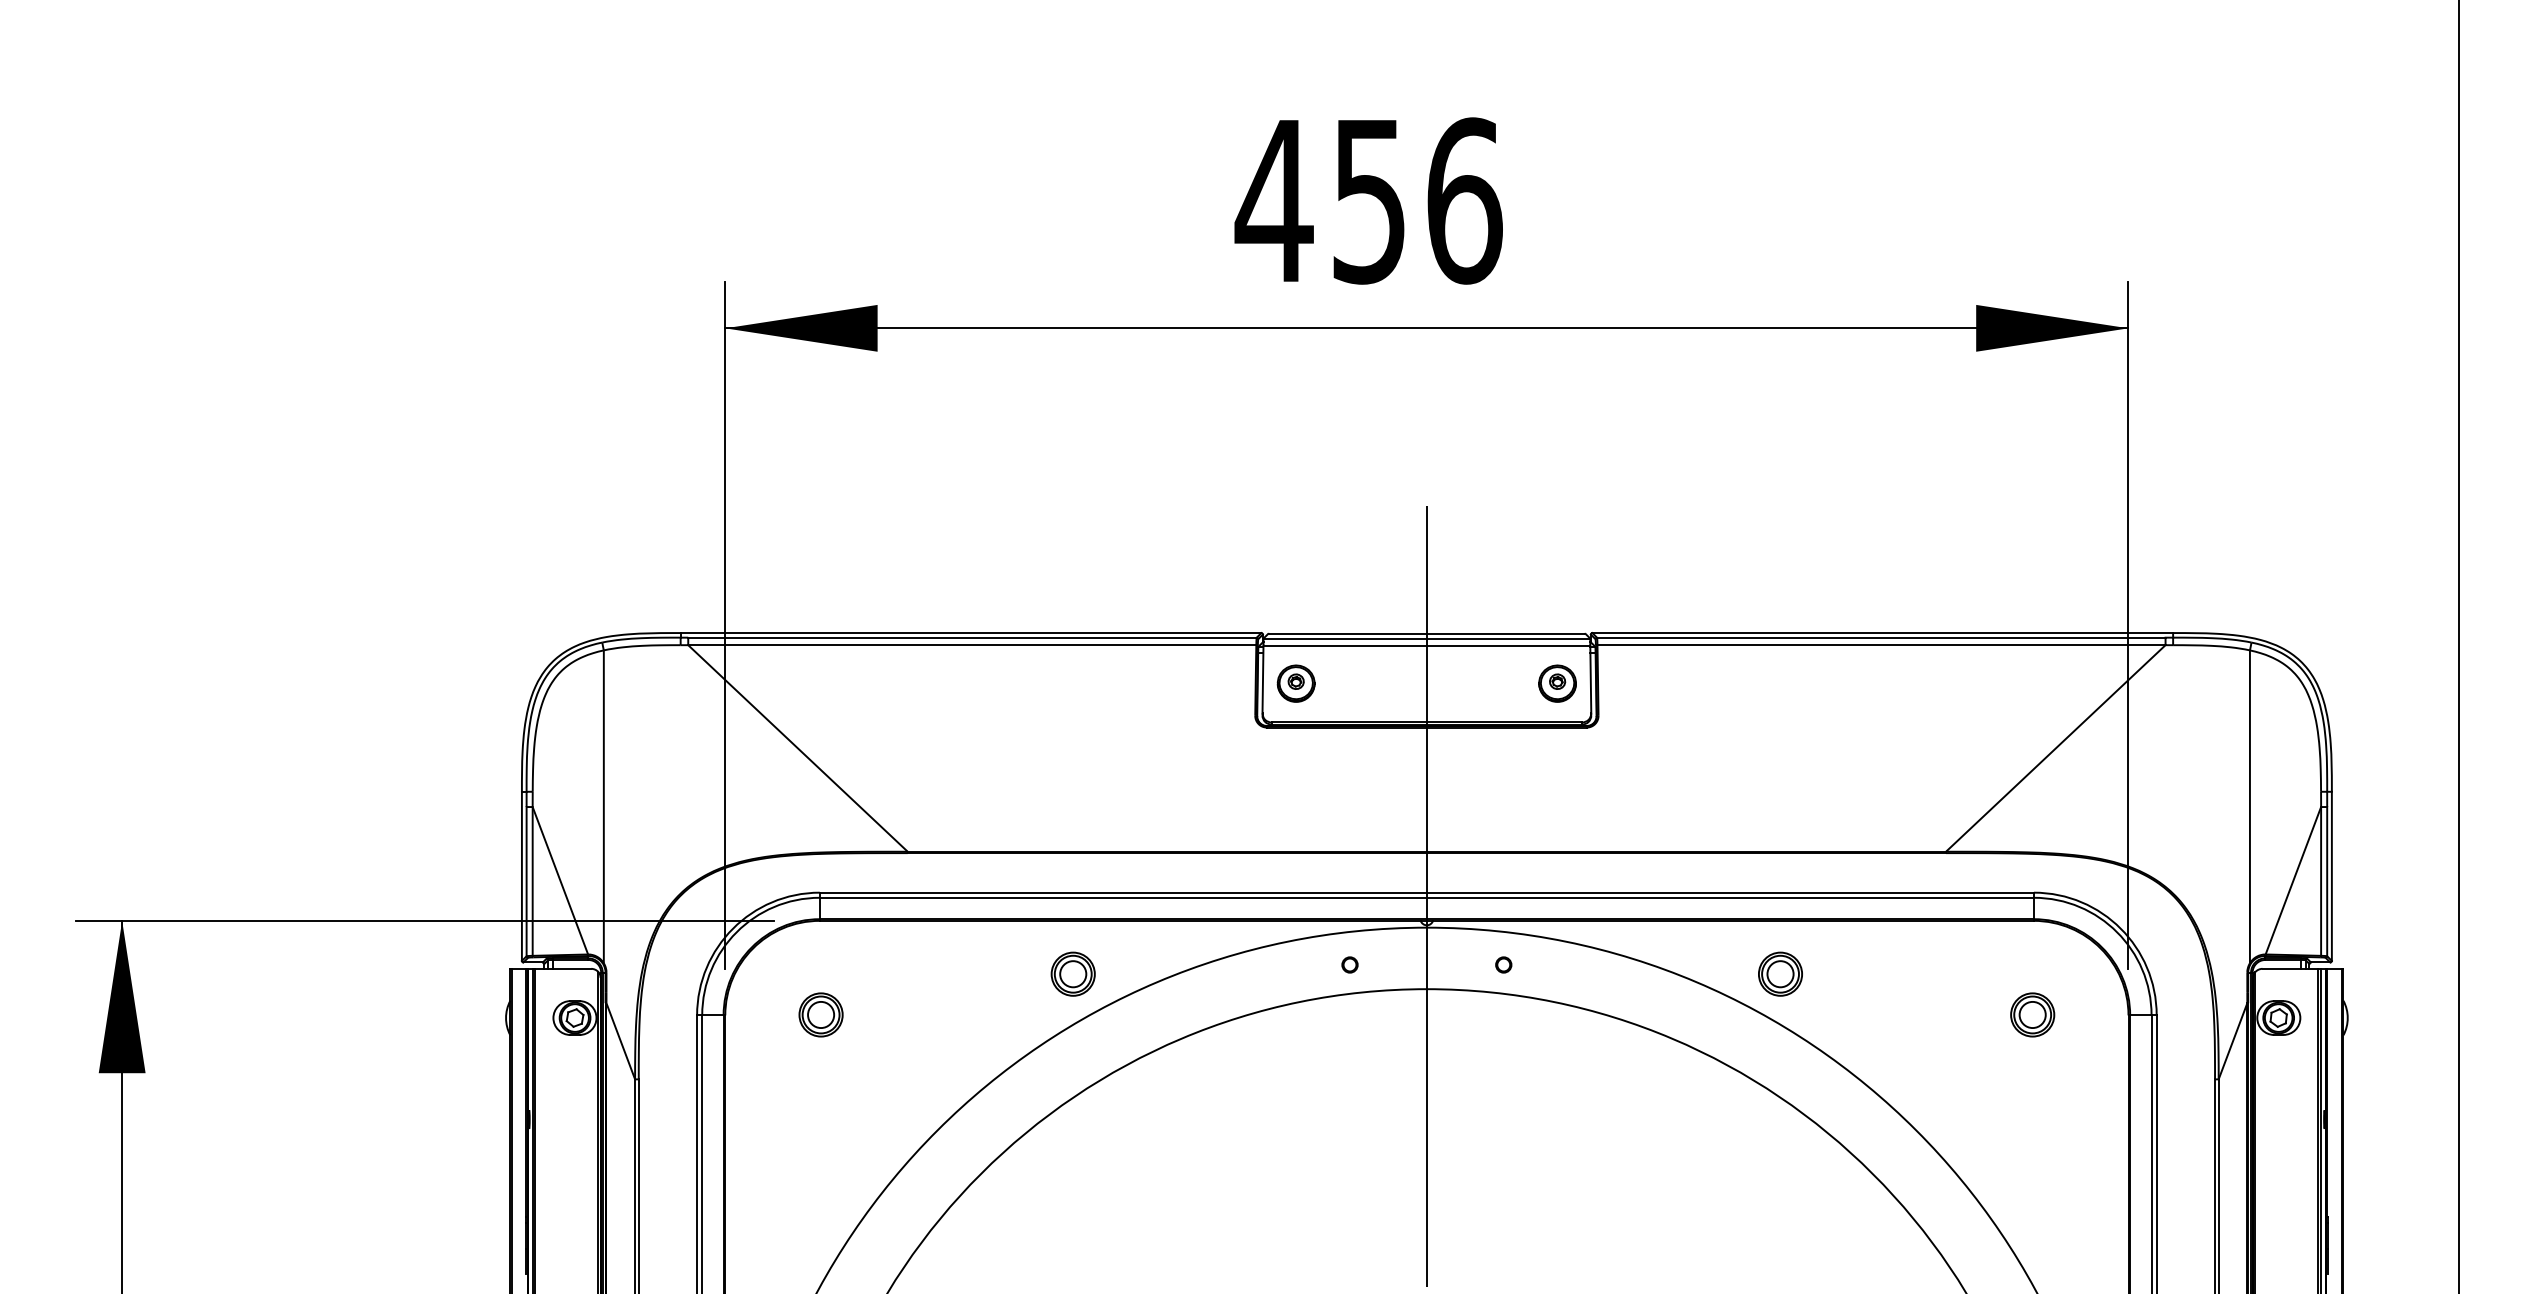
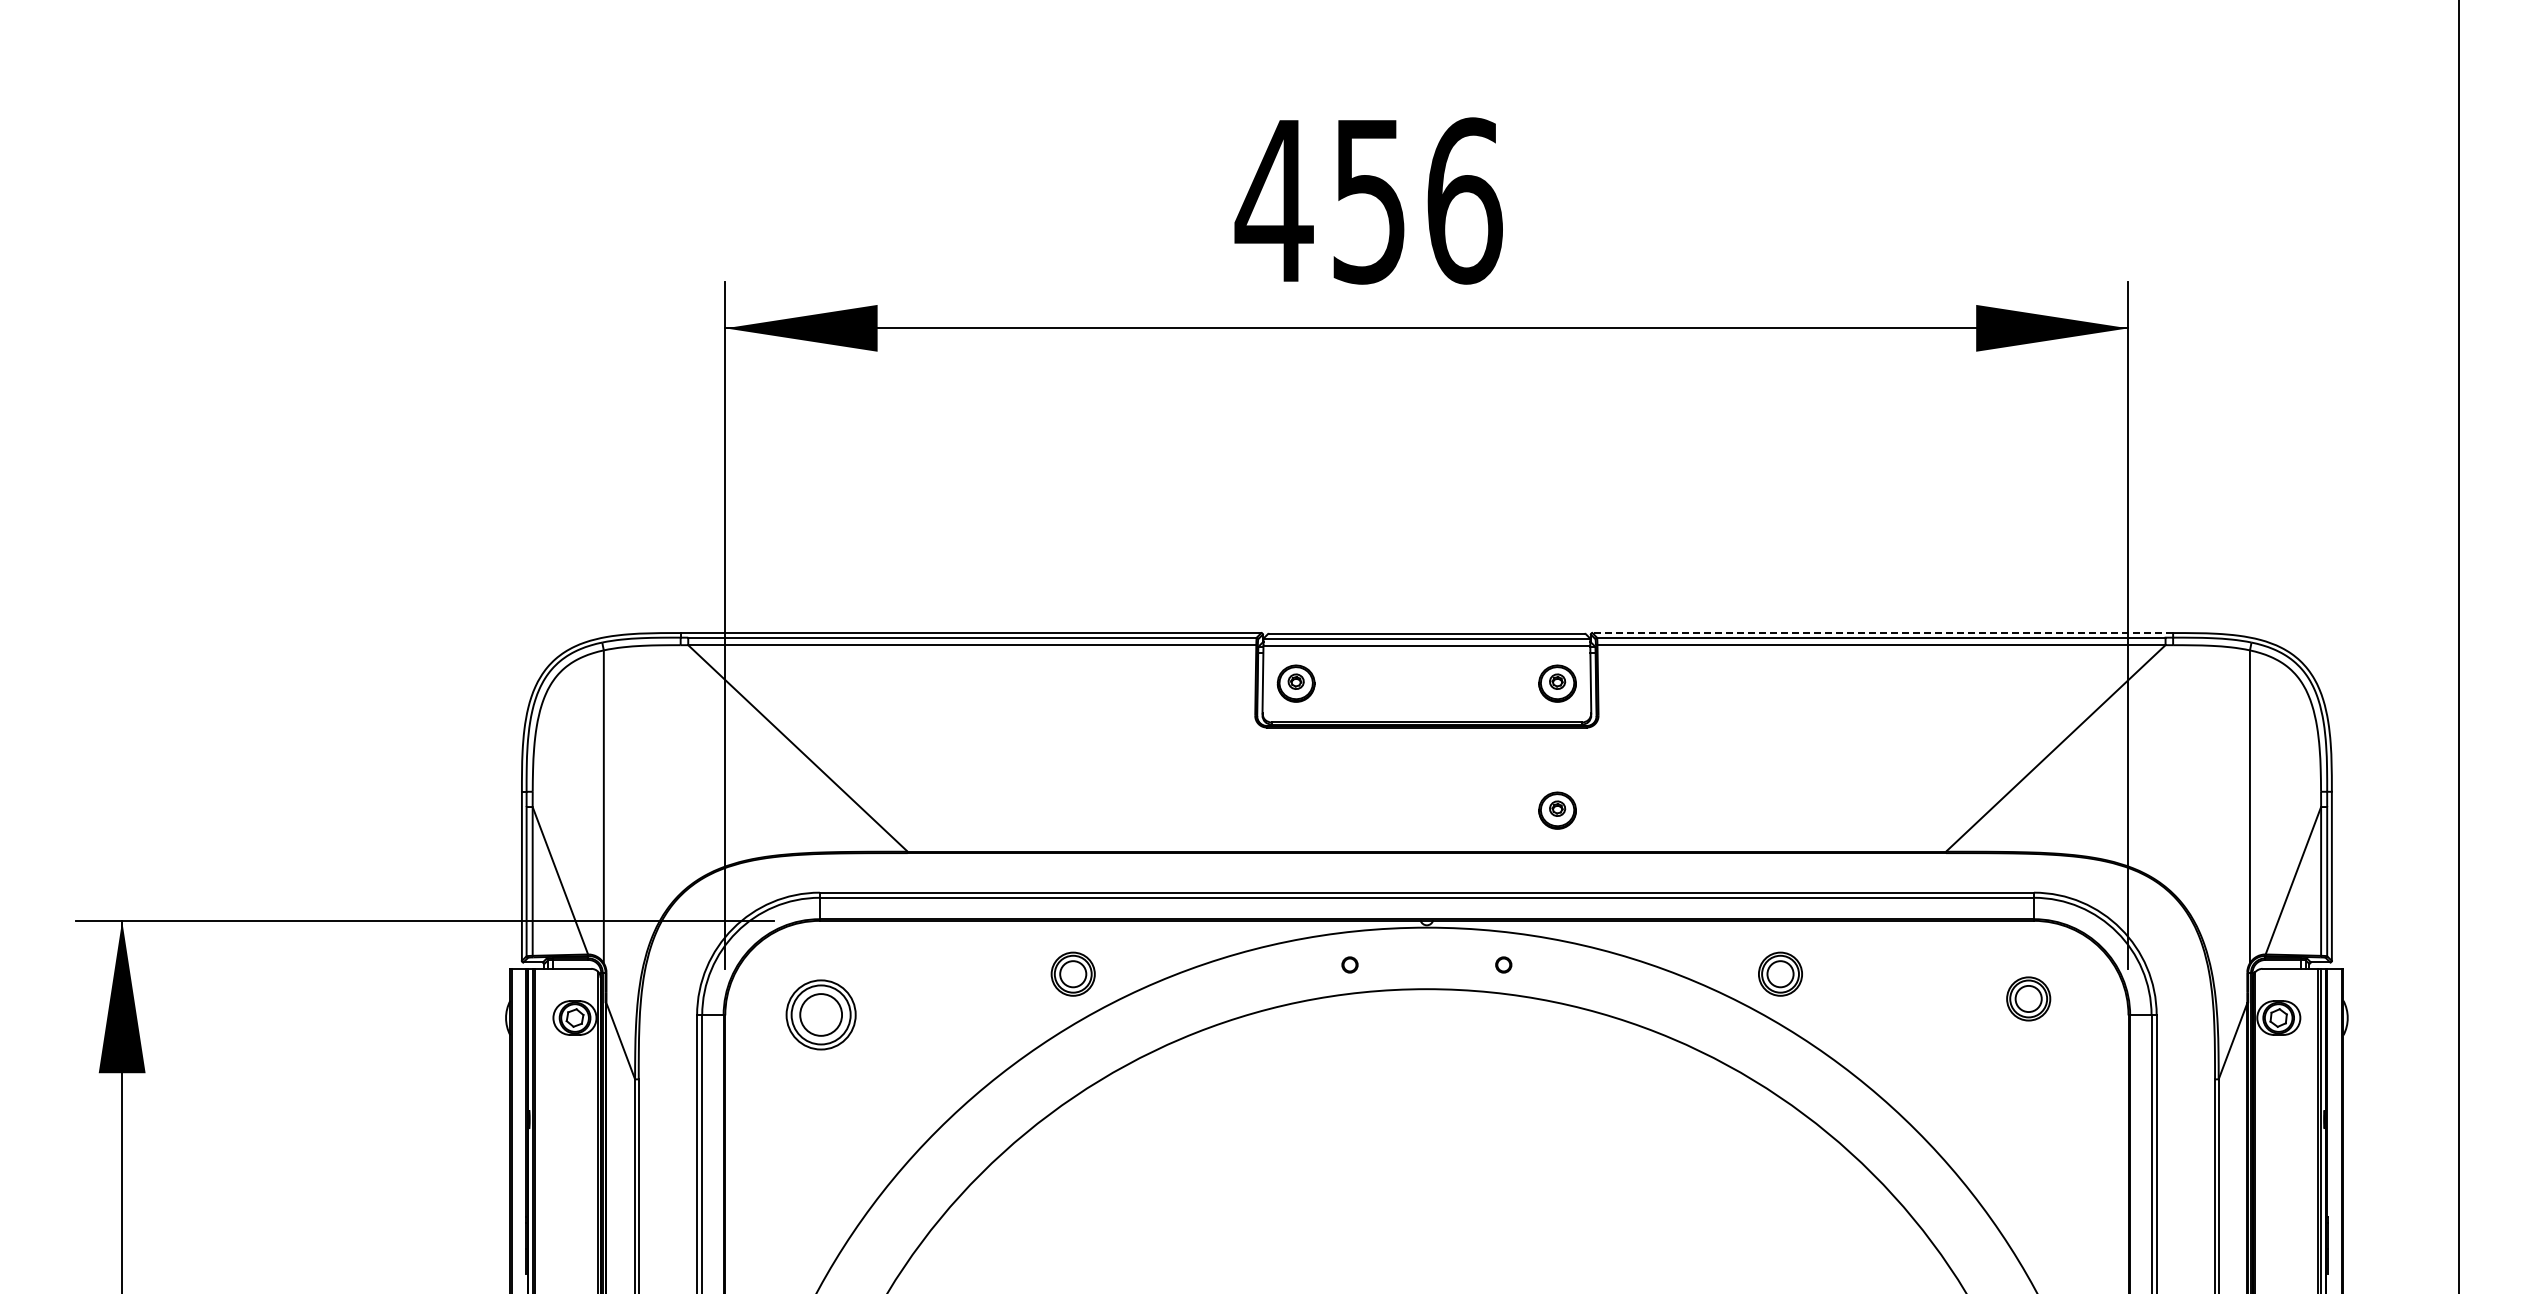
line at (1882, 633): solid -> dashed
part at (1557, 810): none -> present
line at (1426, 897): present -> none
part at (820, 1014) size: 46x46 px -> 72x72 px
part at (2032, 1014) position: (2032, 1014) -> (2028, 998)
